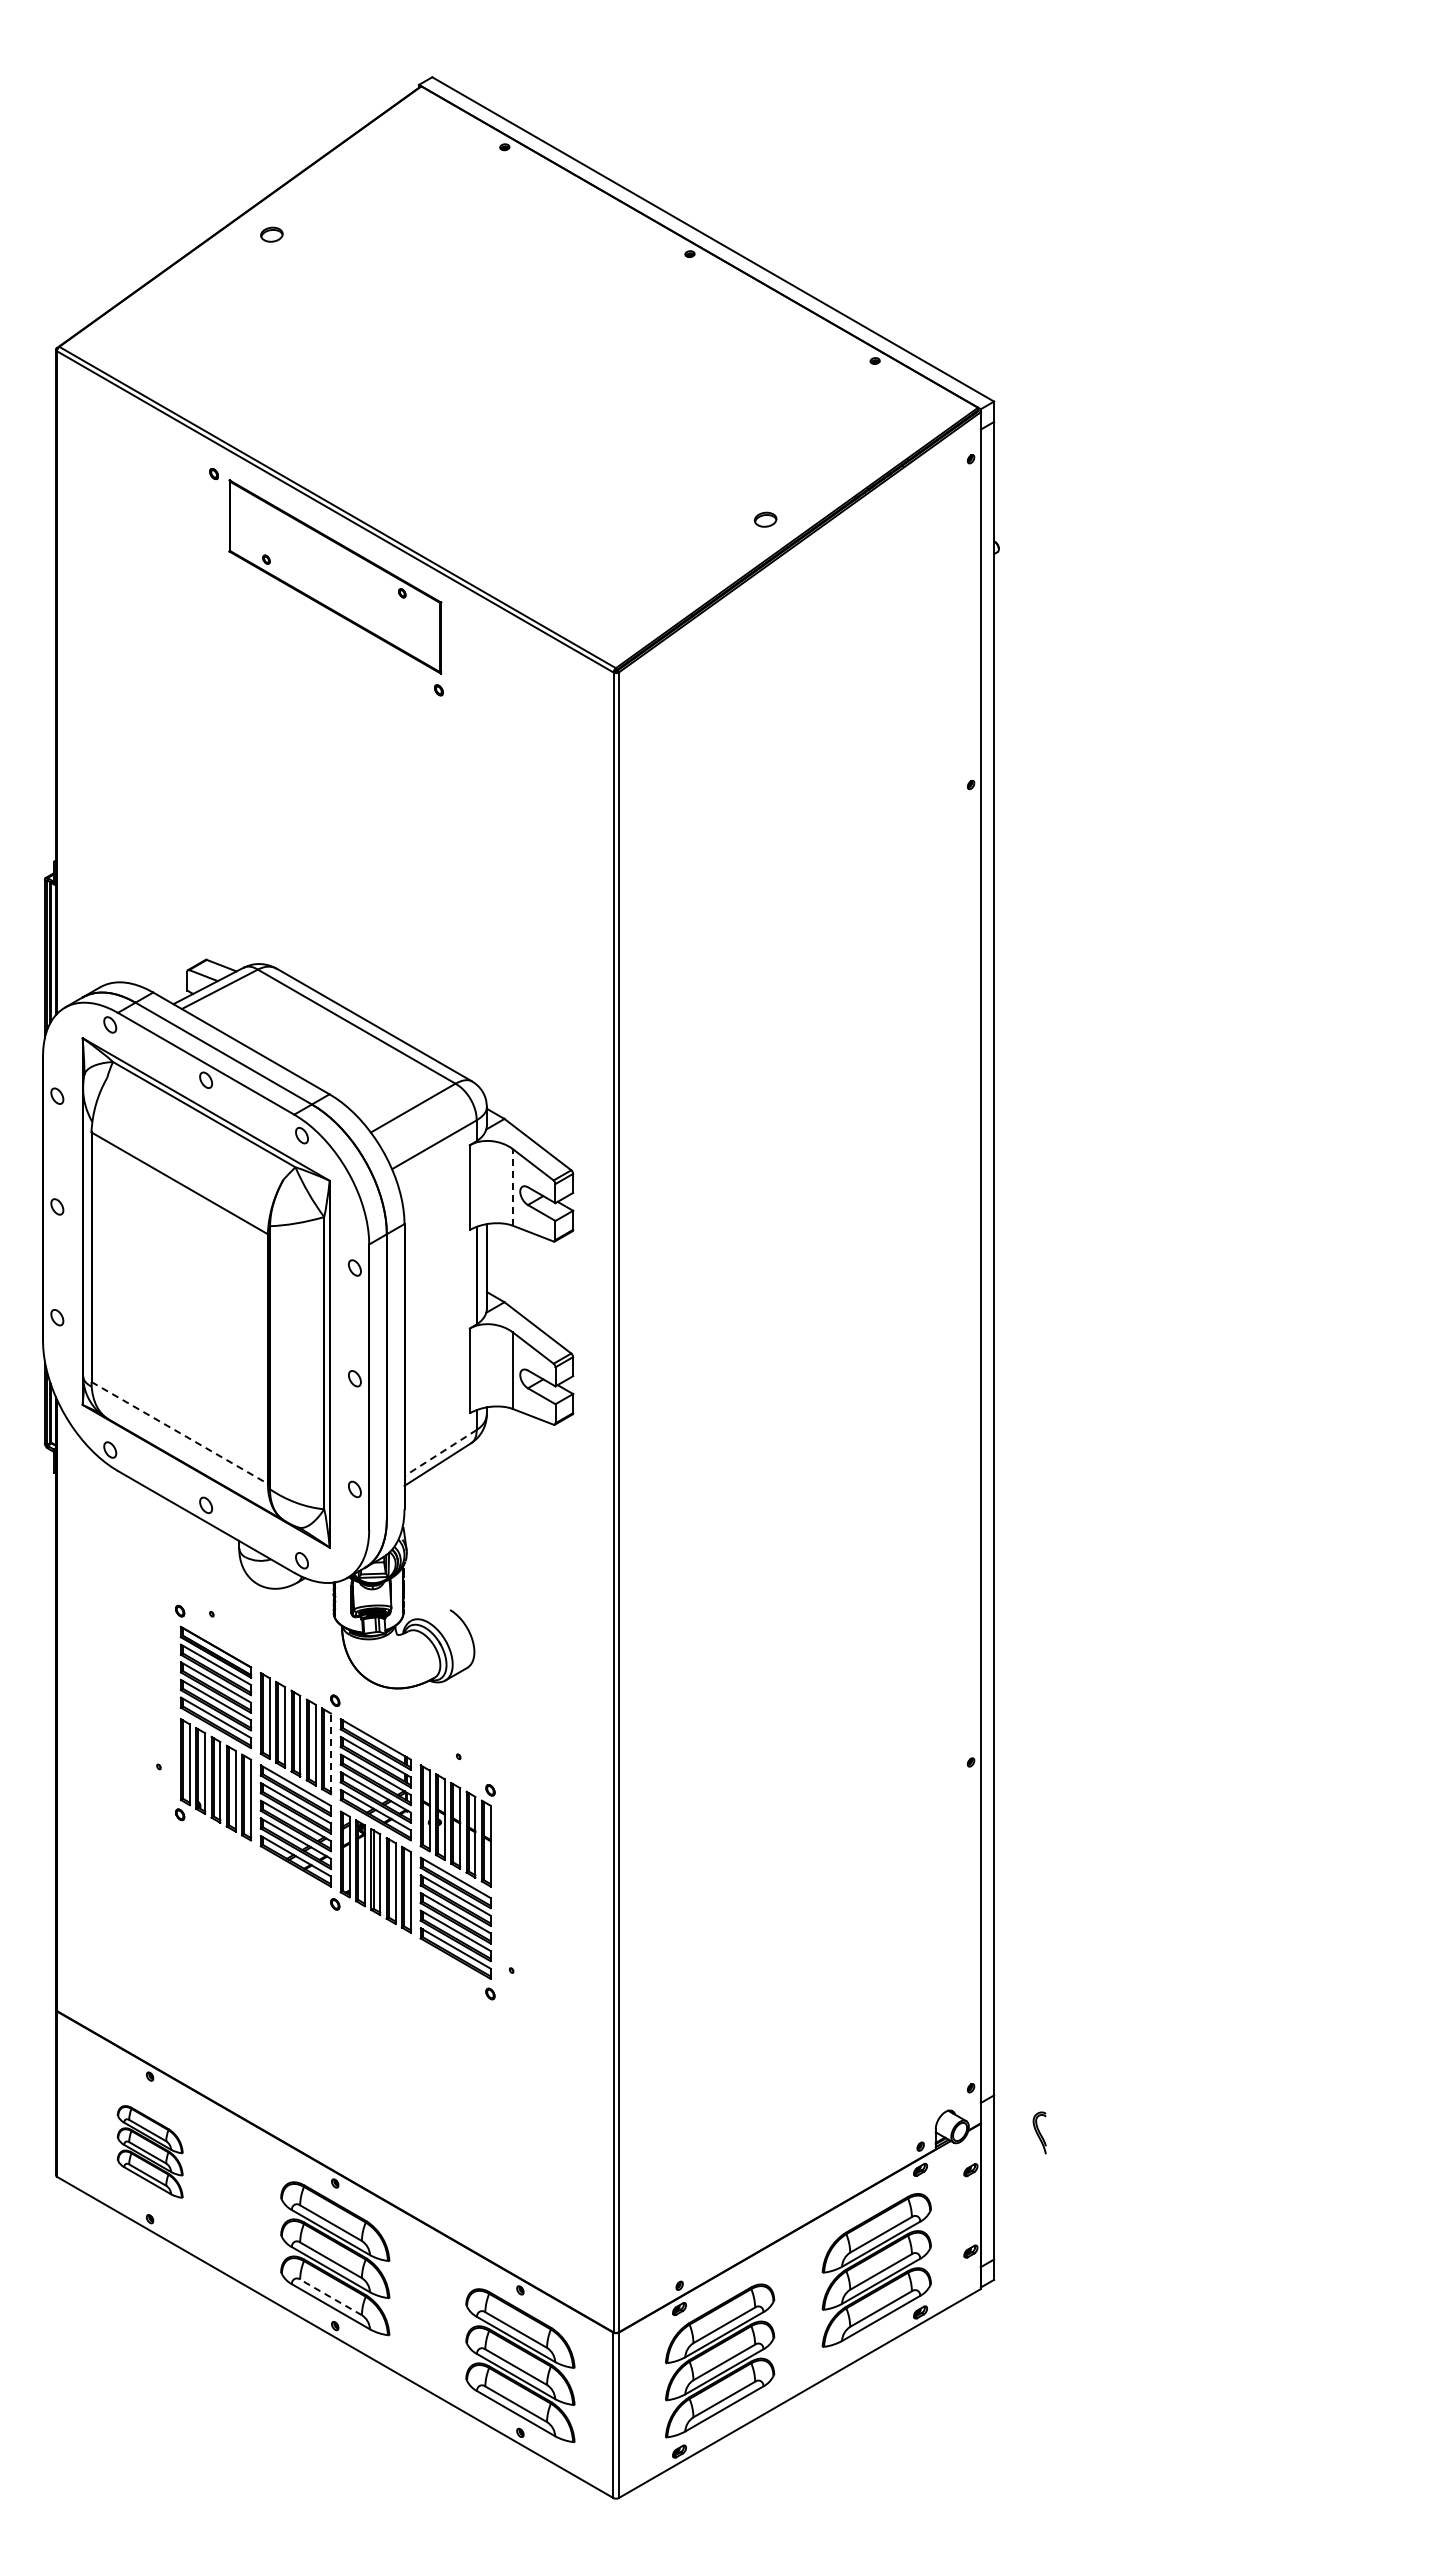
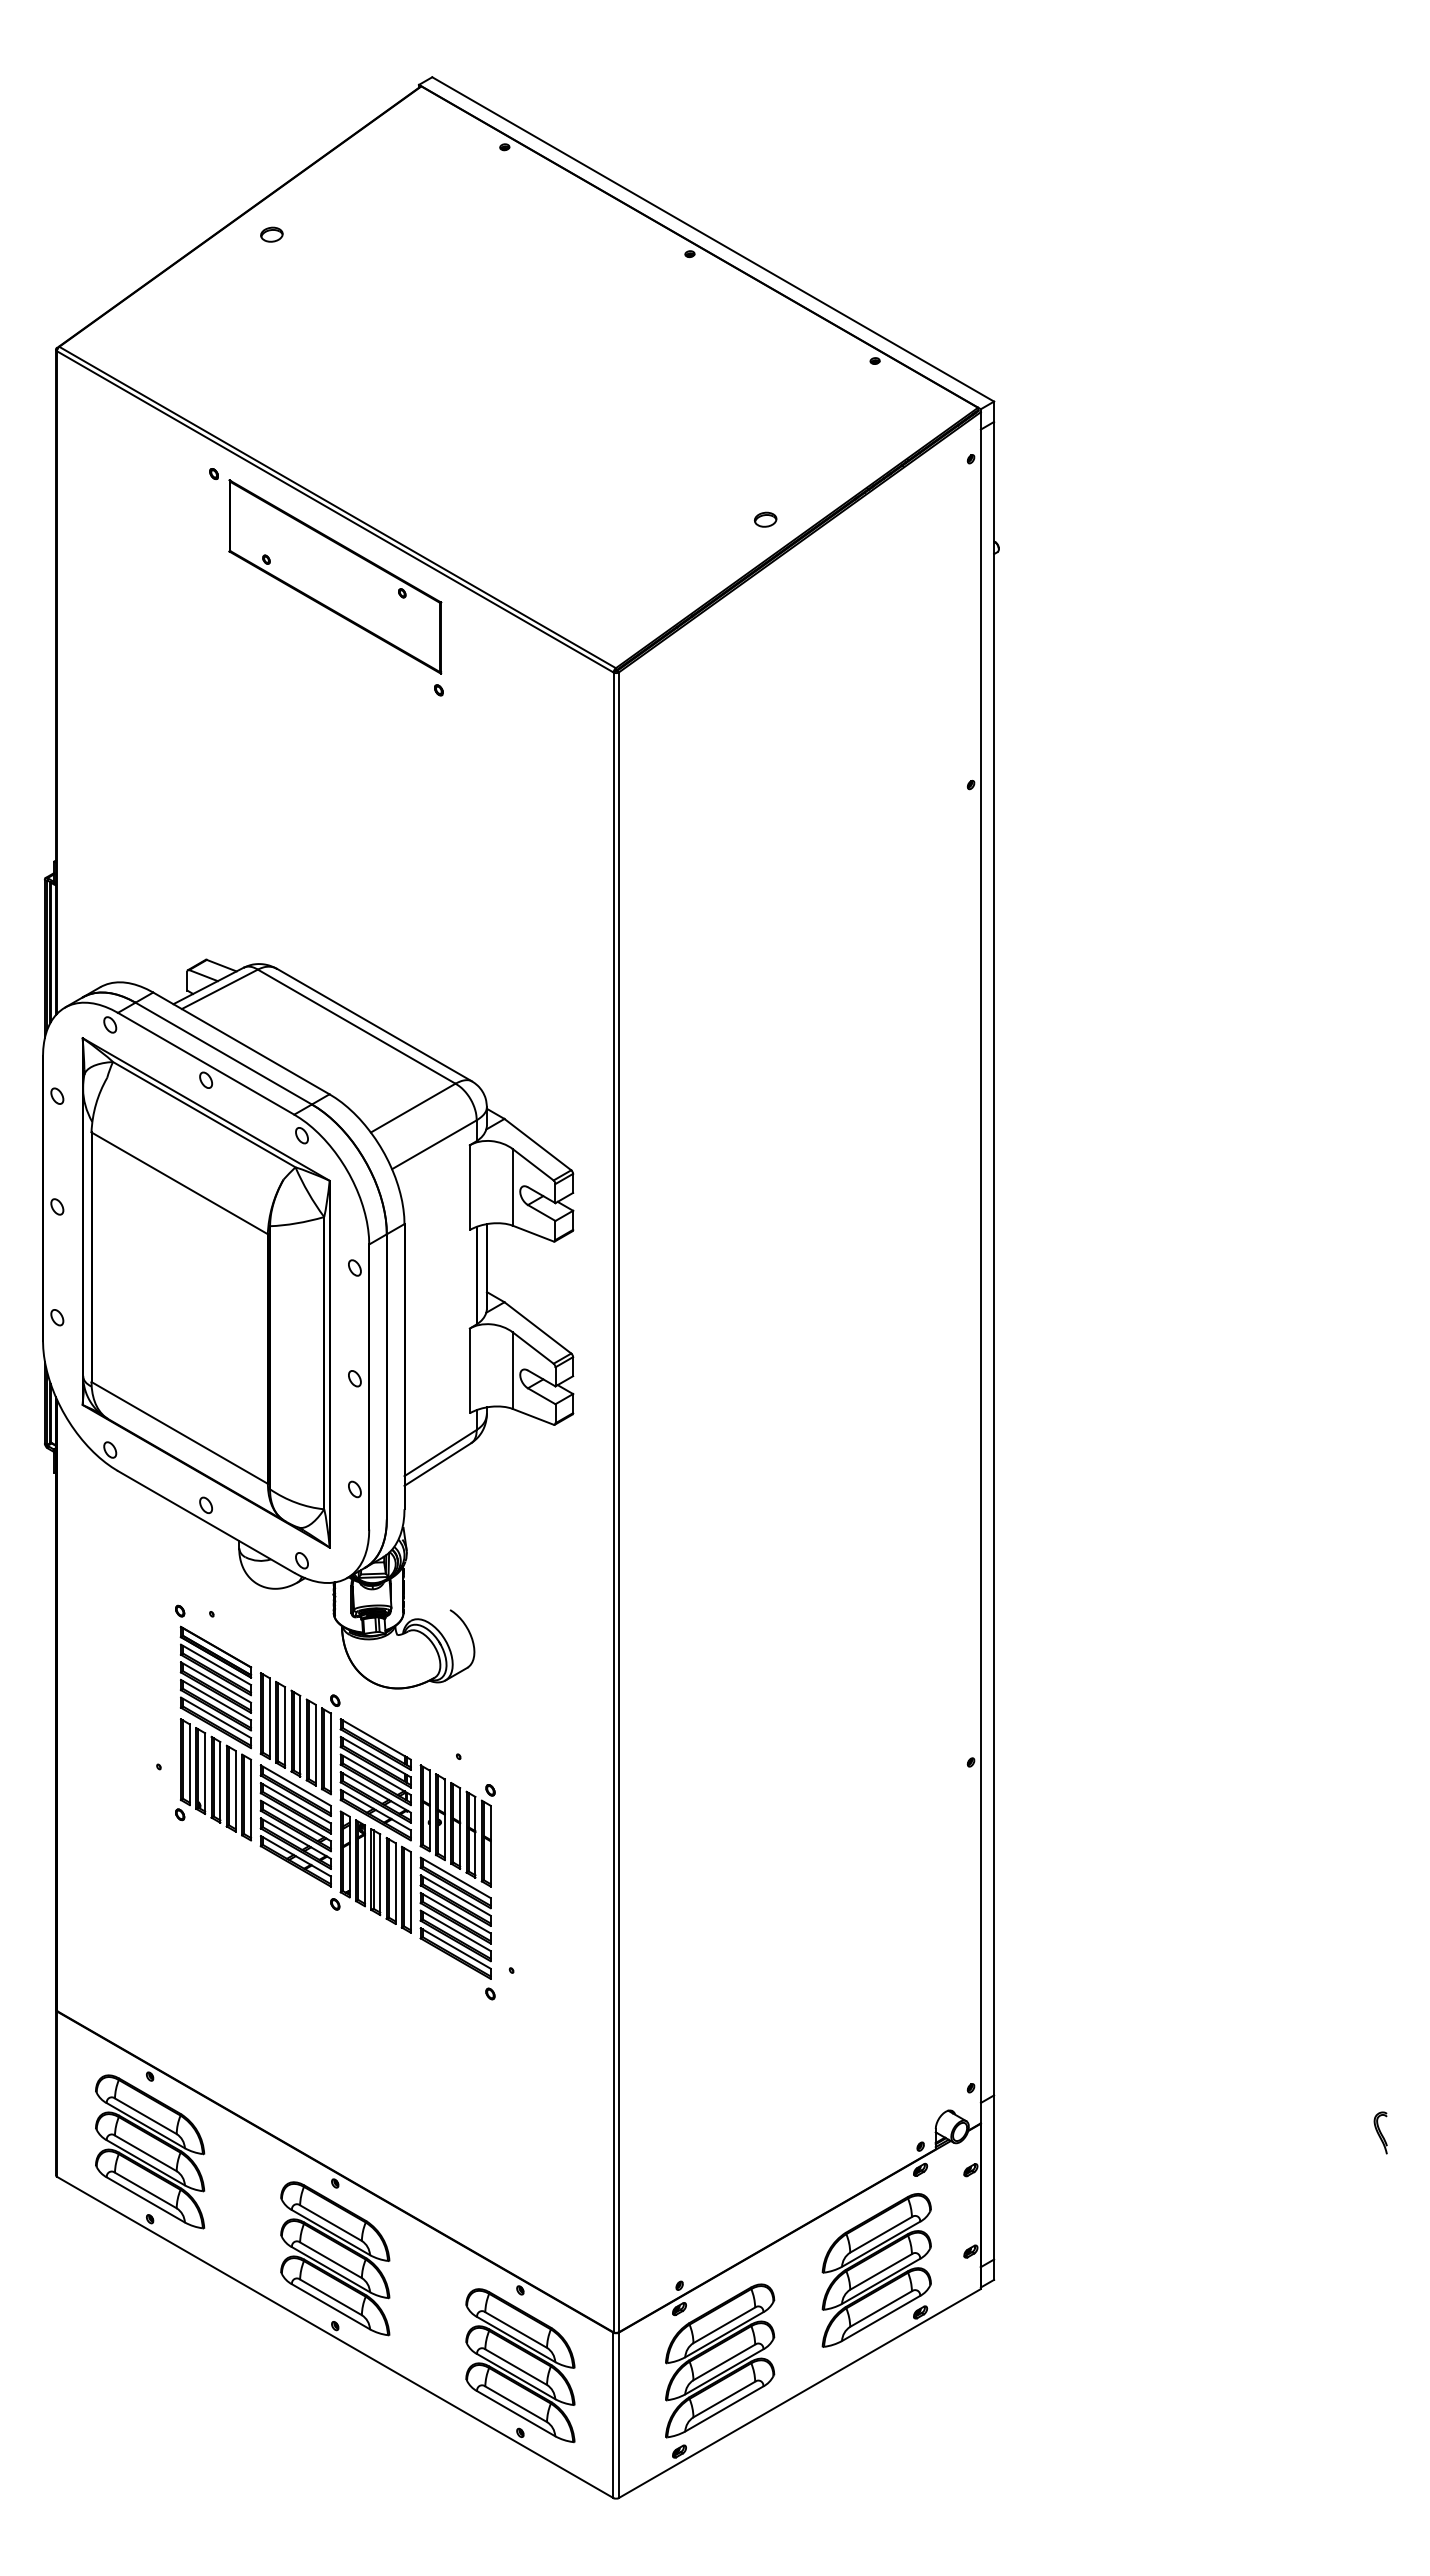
line at (512, 1186): dashed -> solid
line at (179, 1432): dashed -> solid
line at (440, 1453): dashed -> solid
line at (330, 1753): dashed -> solid
part at (1039, 2132) position: (1039, 2132) -> (1380, 2132)
part at (149, 2151) size: 68x94 px -> 111x156 px
line at (331, 2297): dashed -> solid
